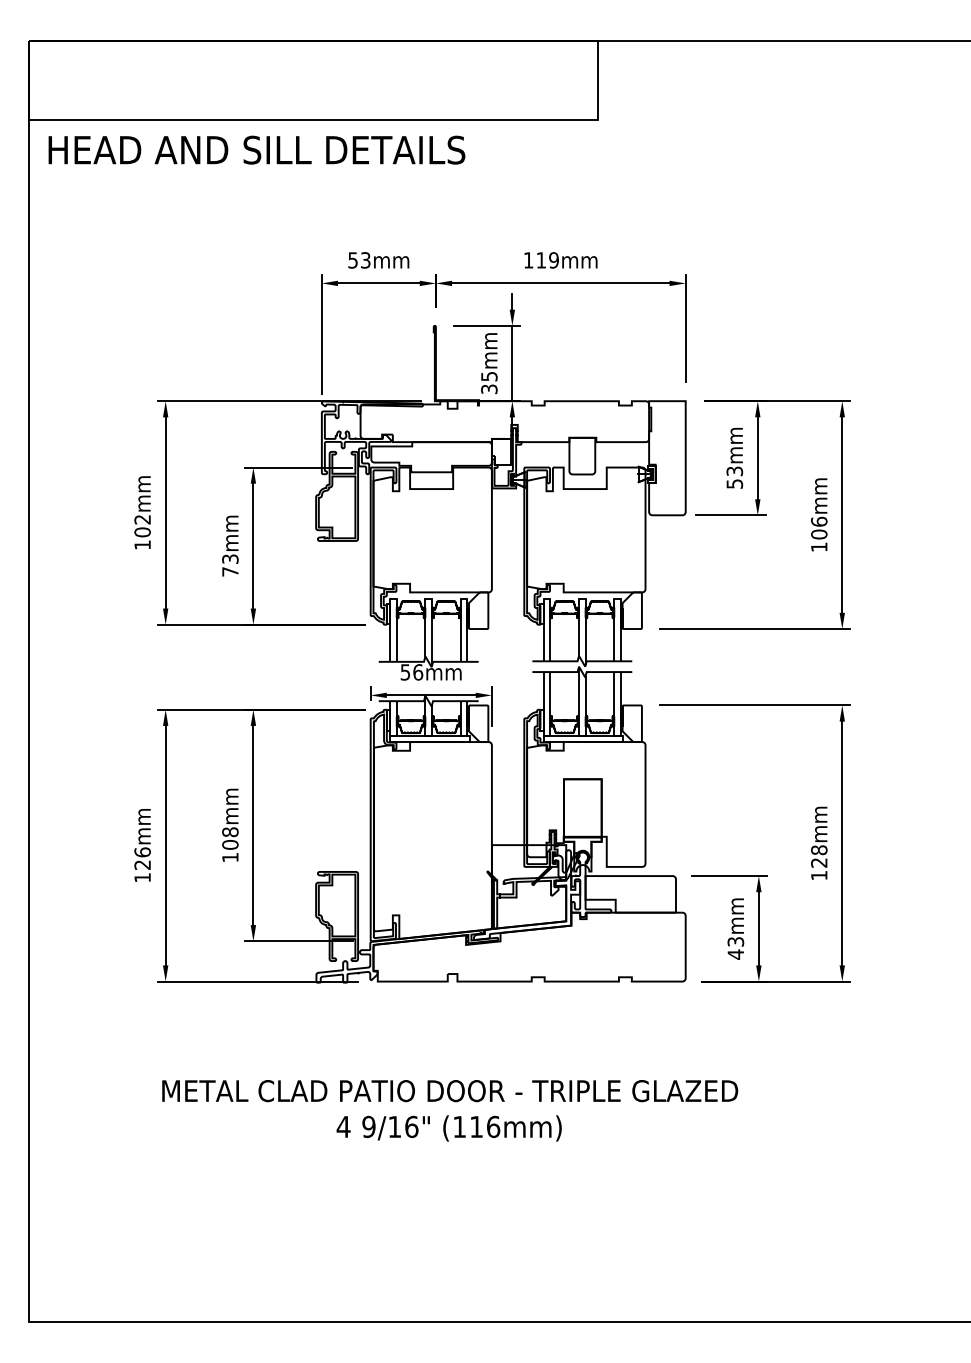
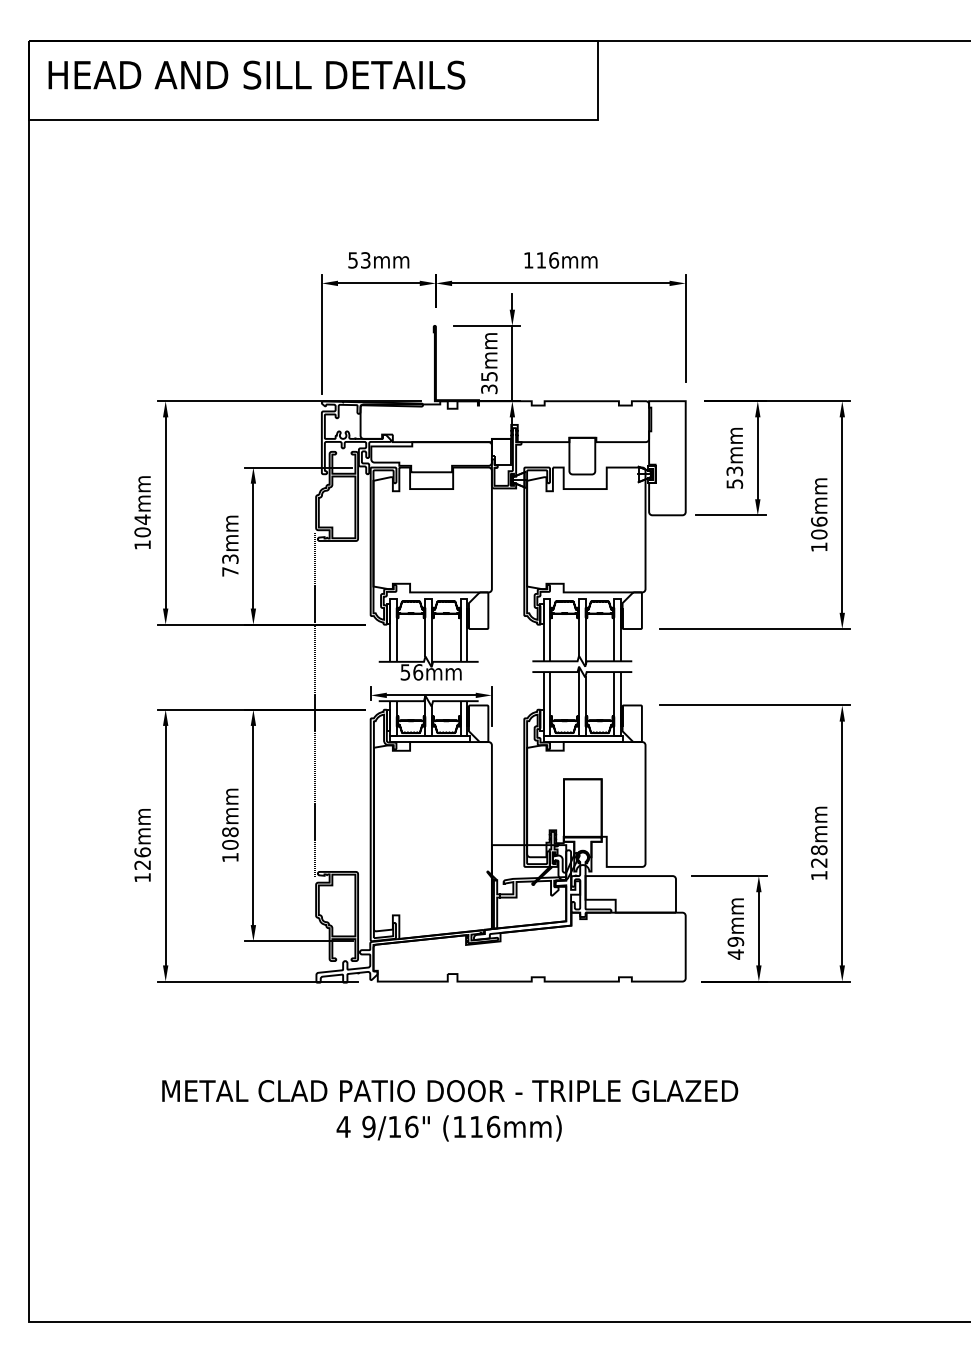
text at (256, 149) position: (256, 149) -> (256, 74)
text at (554, 260): 119mm -> 116mm
text at (142, 519): 102mm -> 104mm
line at (314, 705): none -> present
text at (735, 941): 43mm -> 49mm
